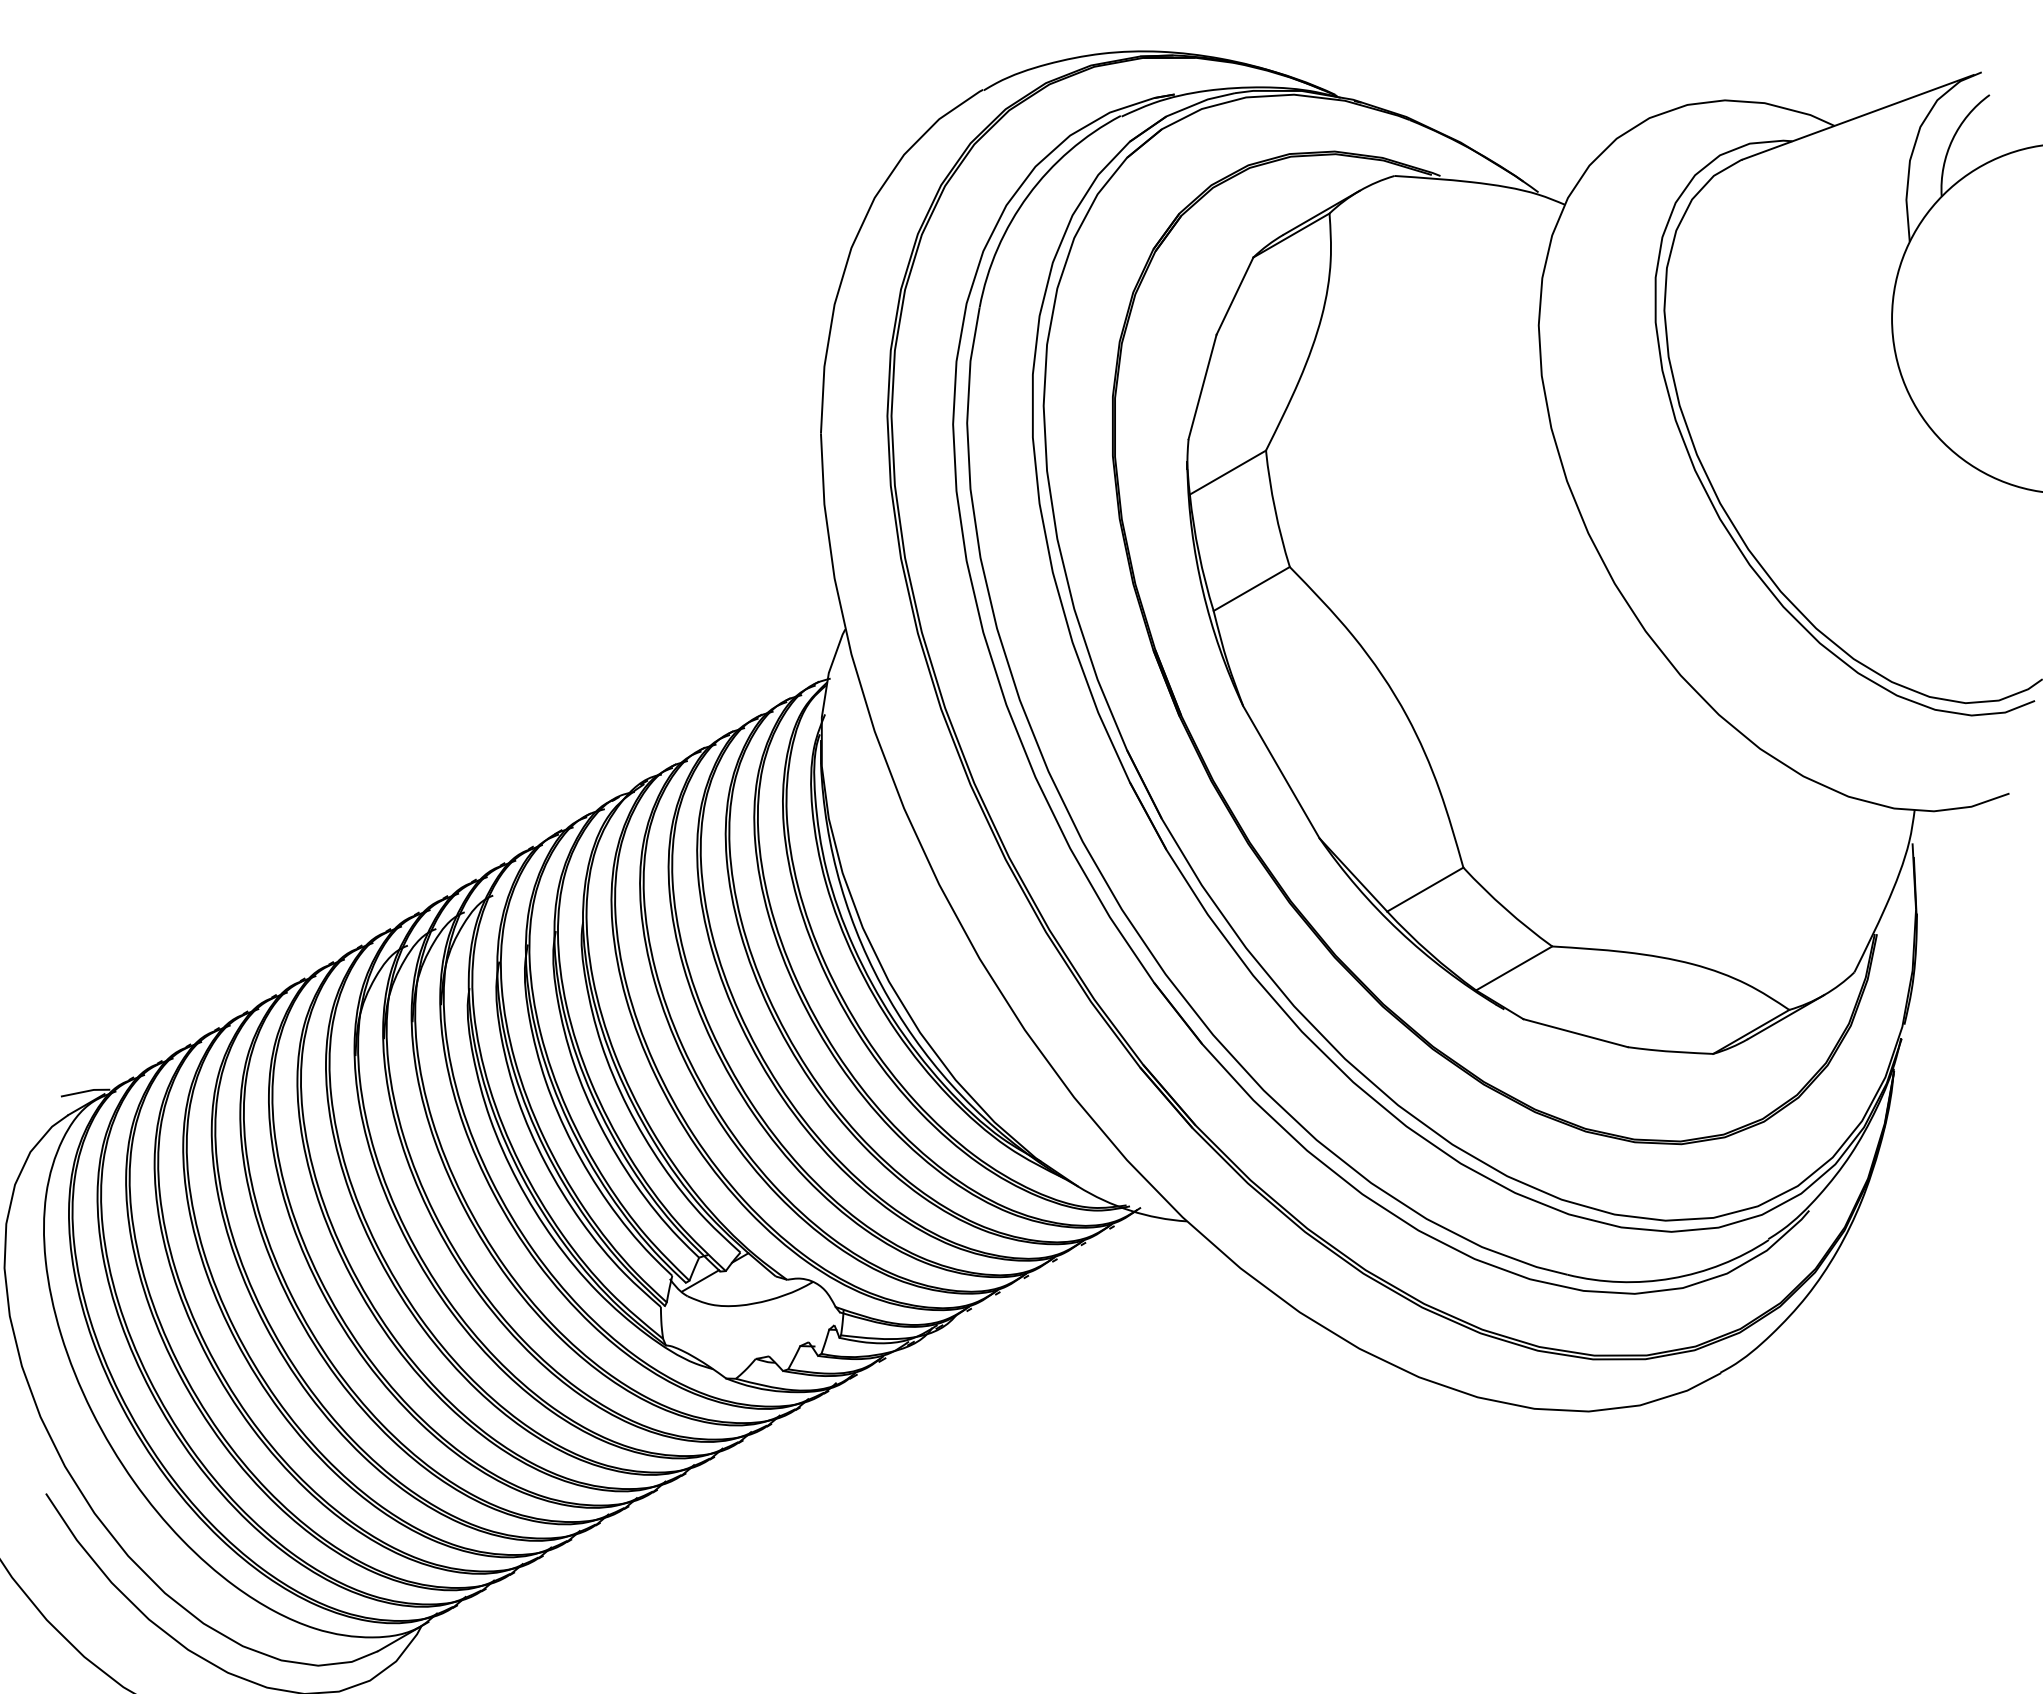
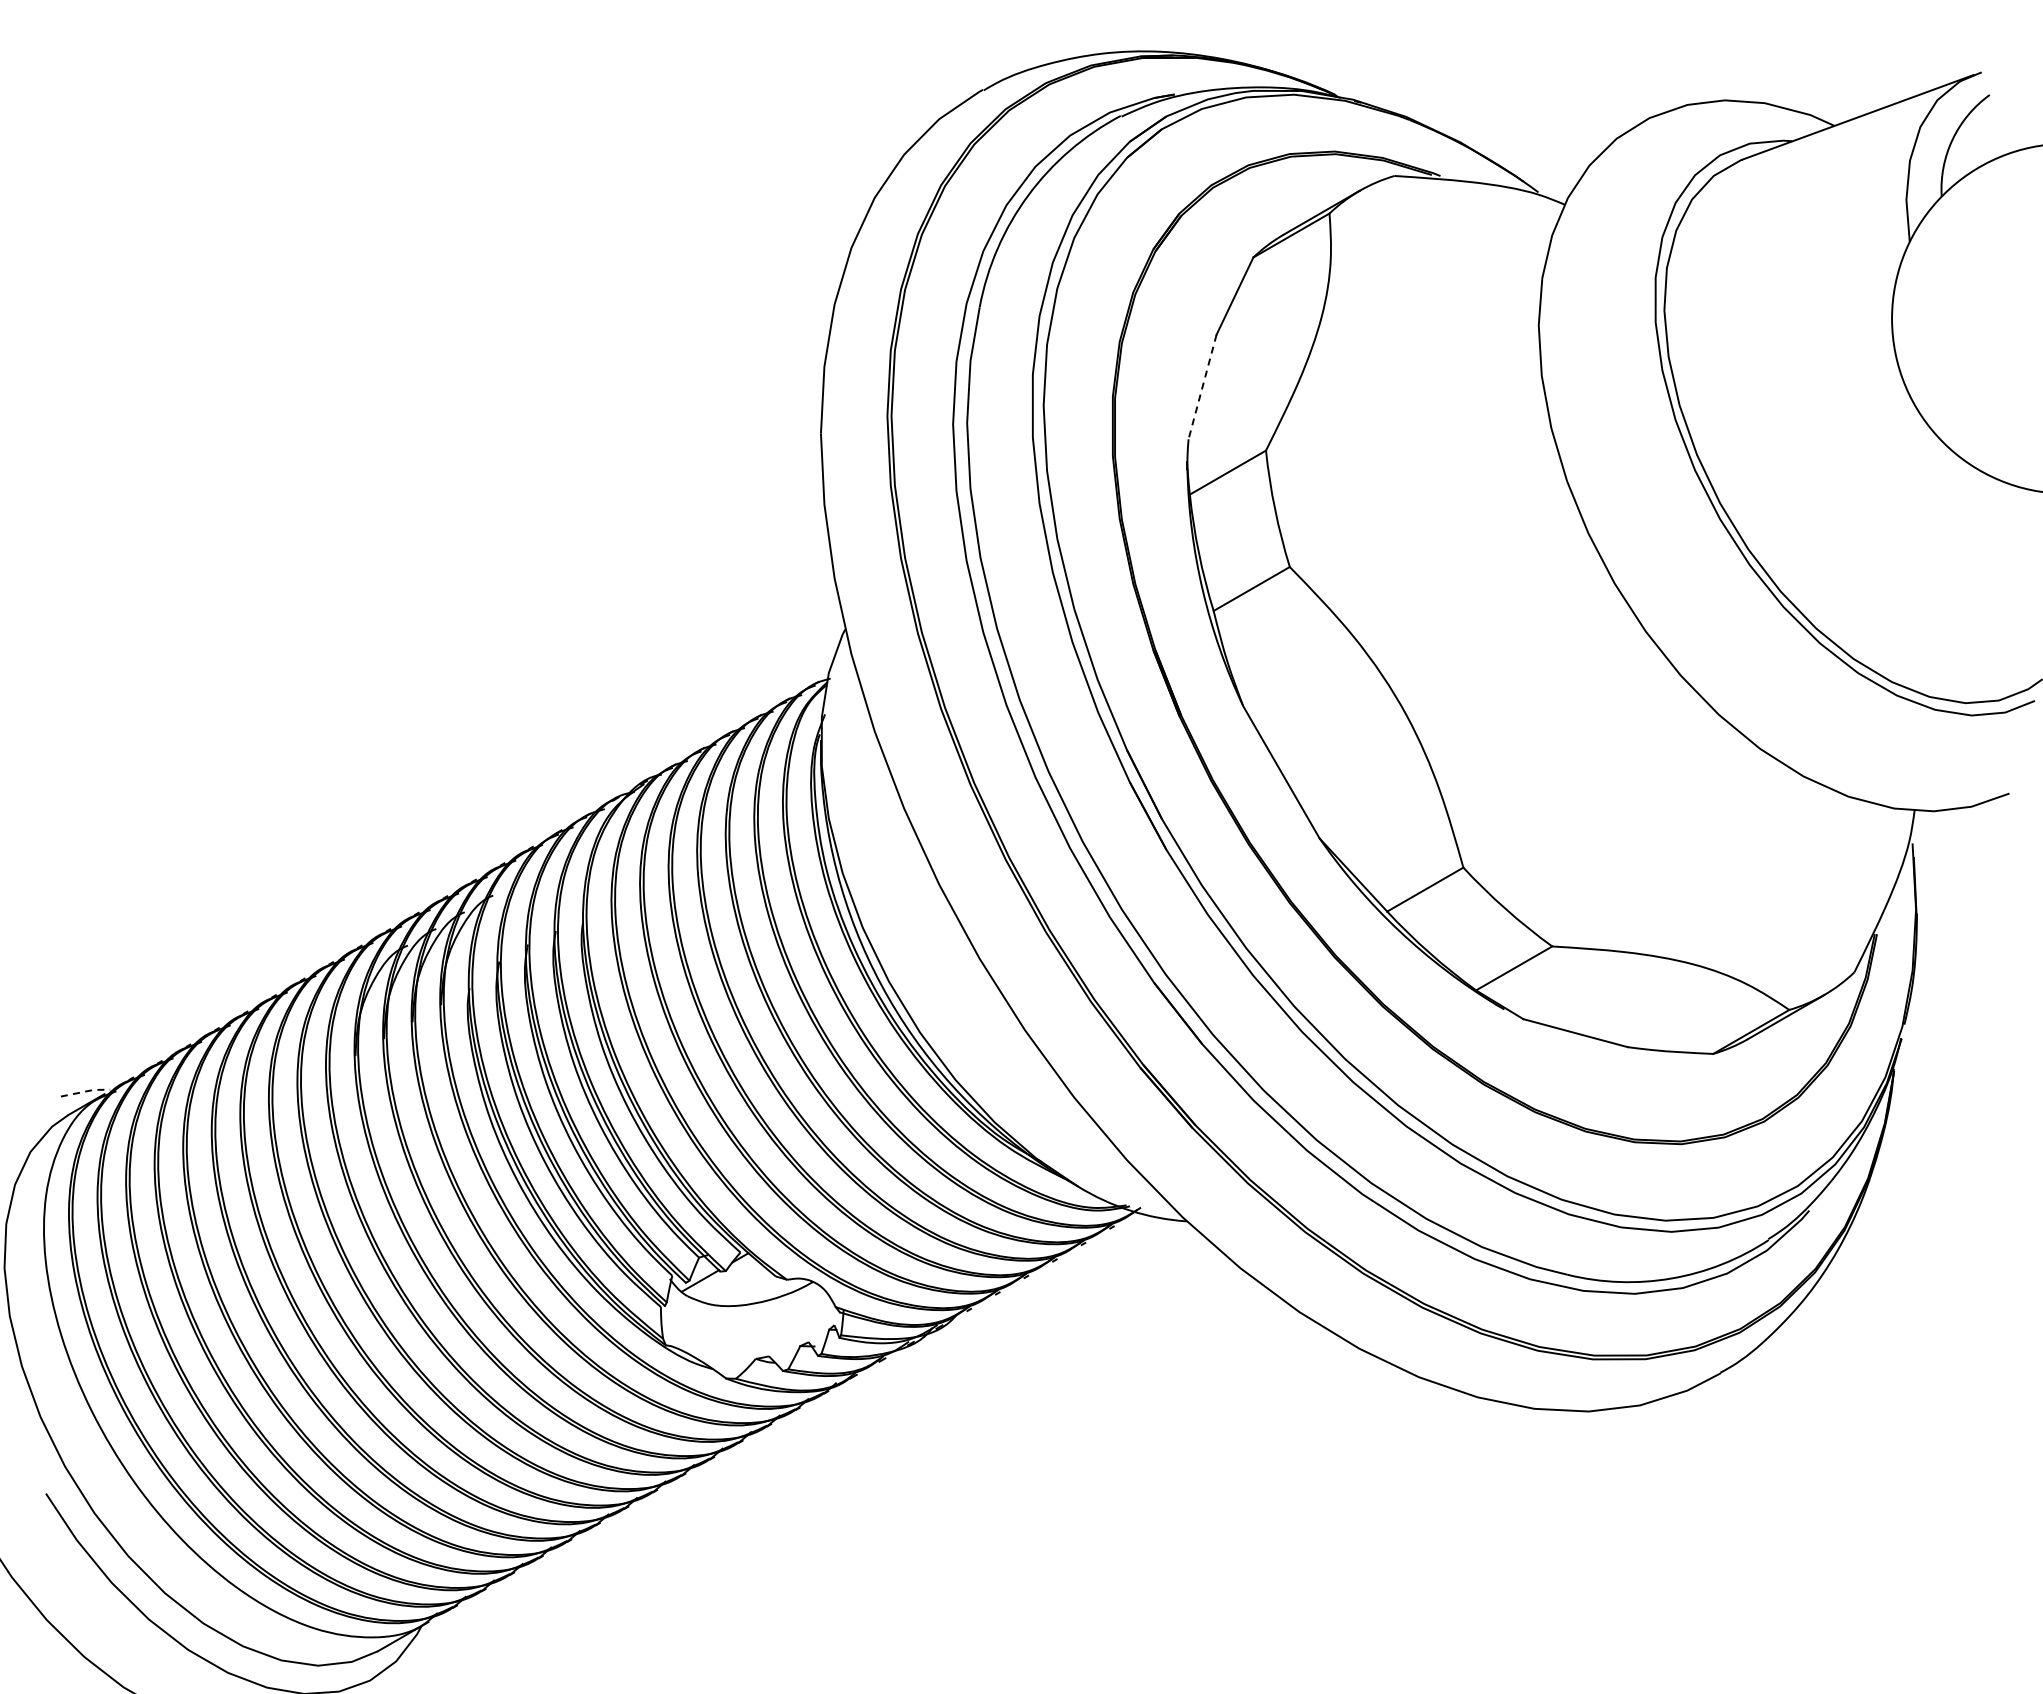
line at (1202, 387): solid -> dashed
line at (86, 1091): solid -> dashed
